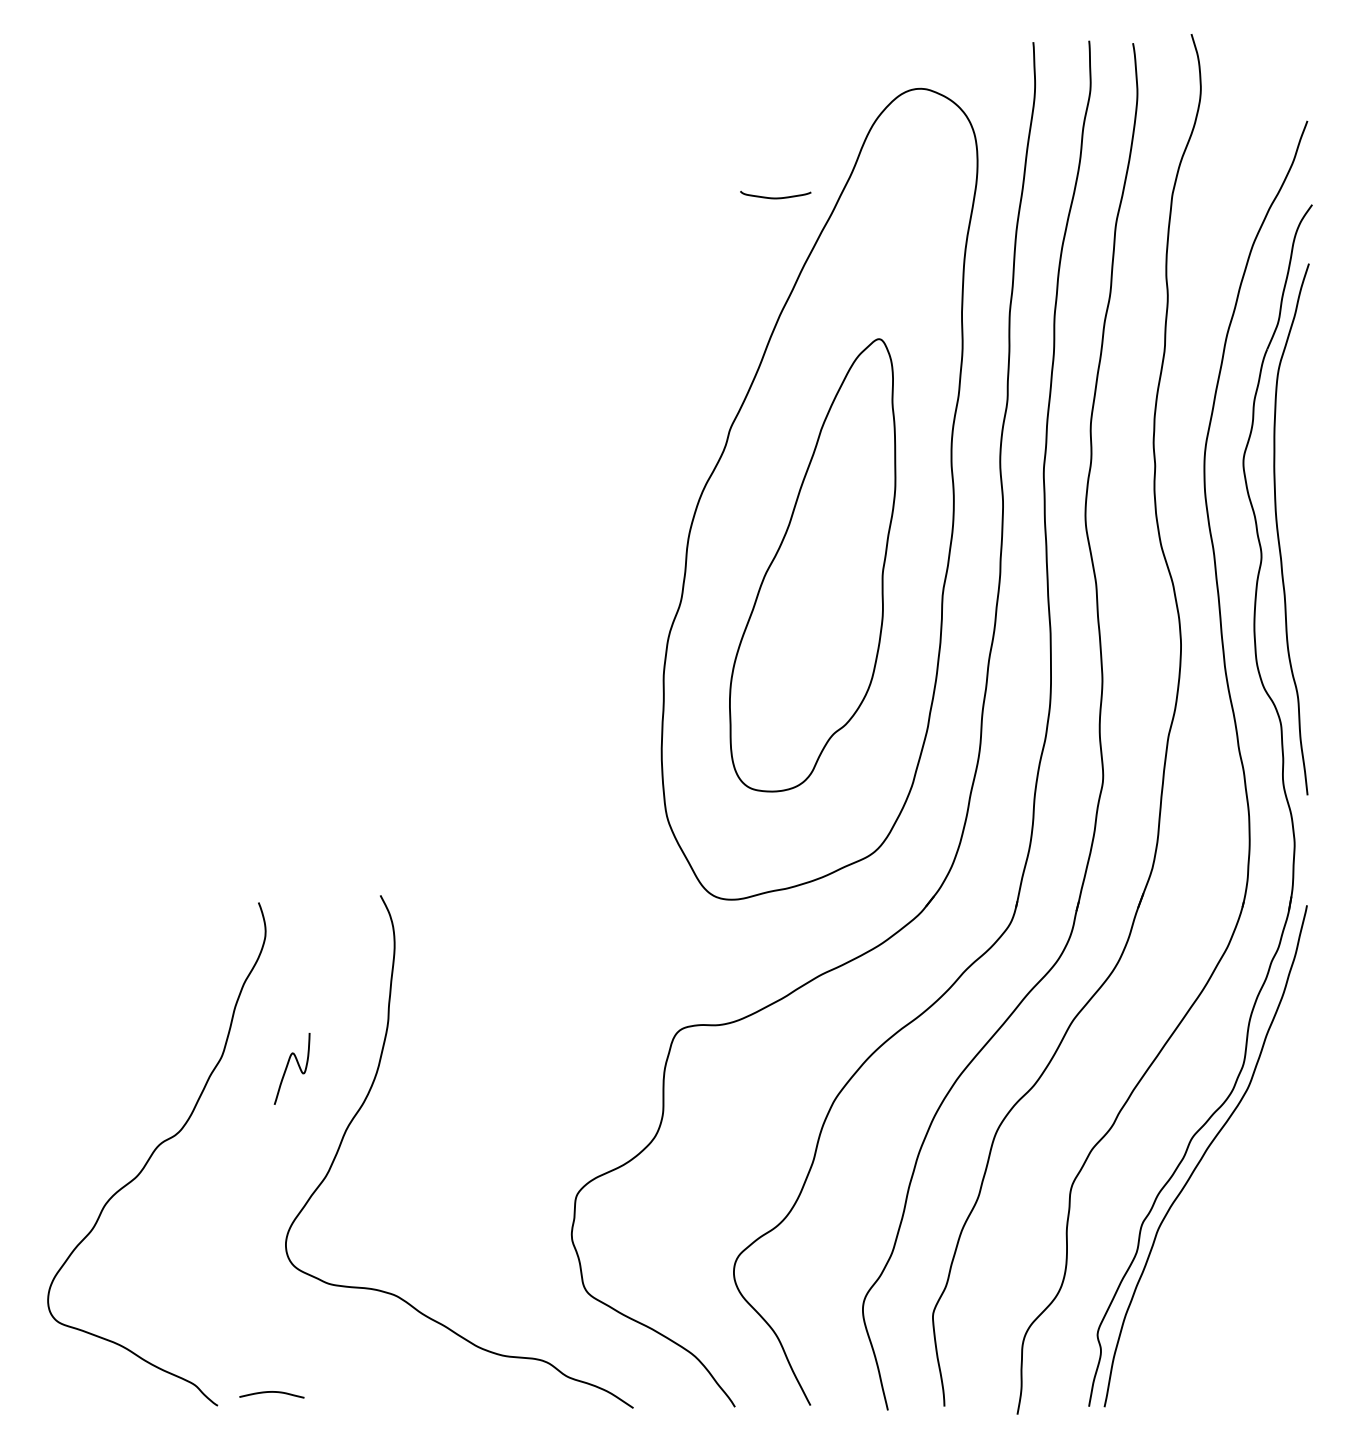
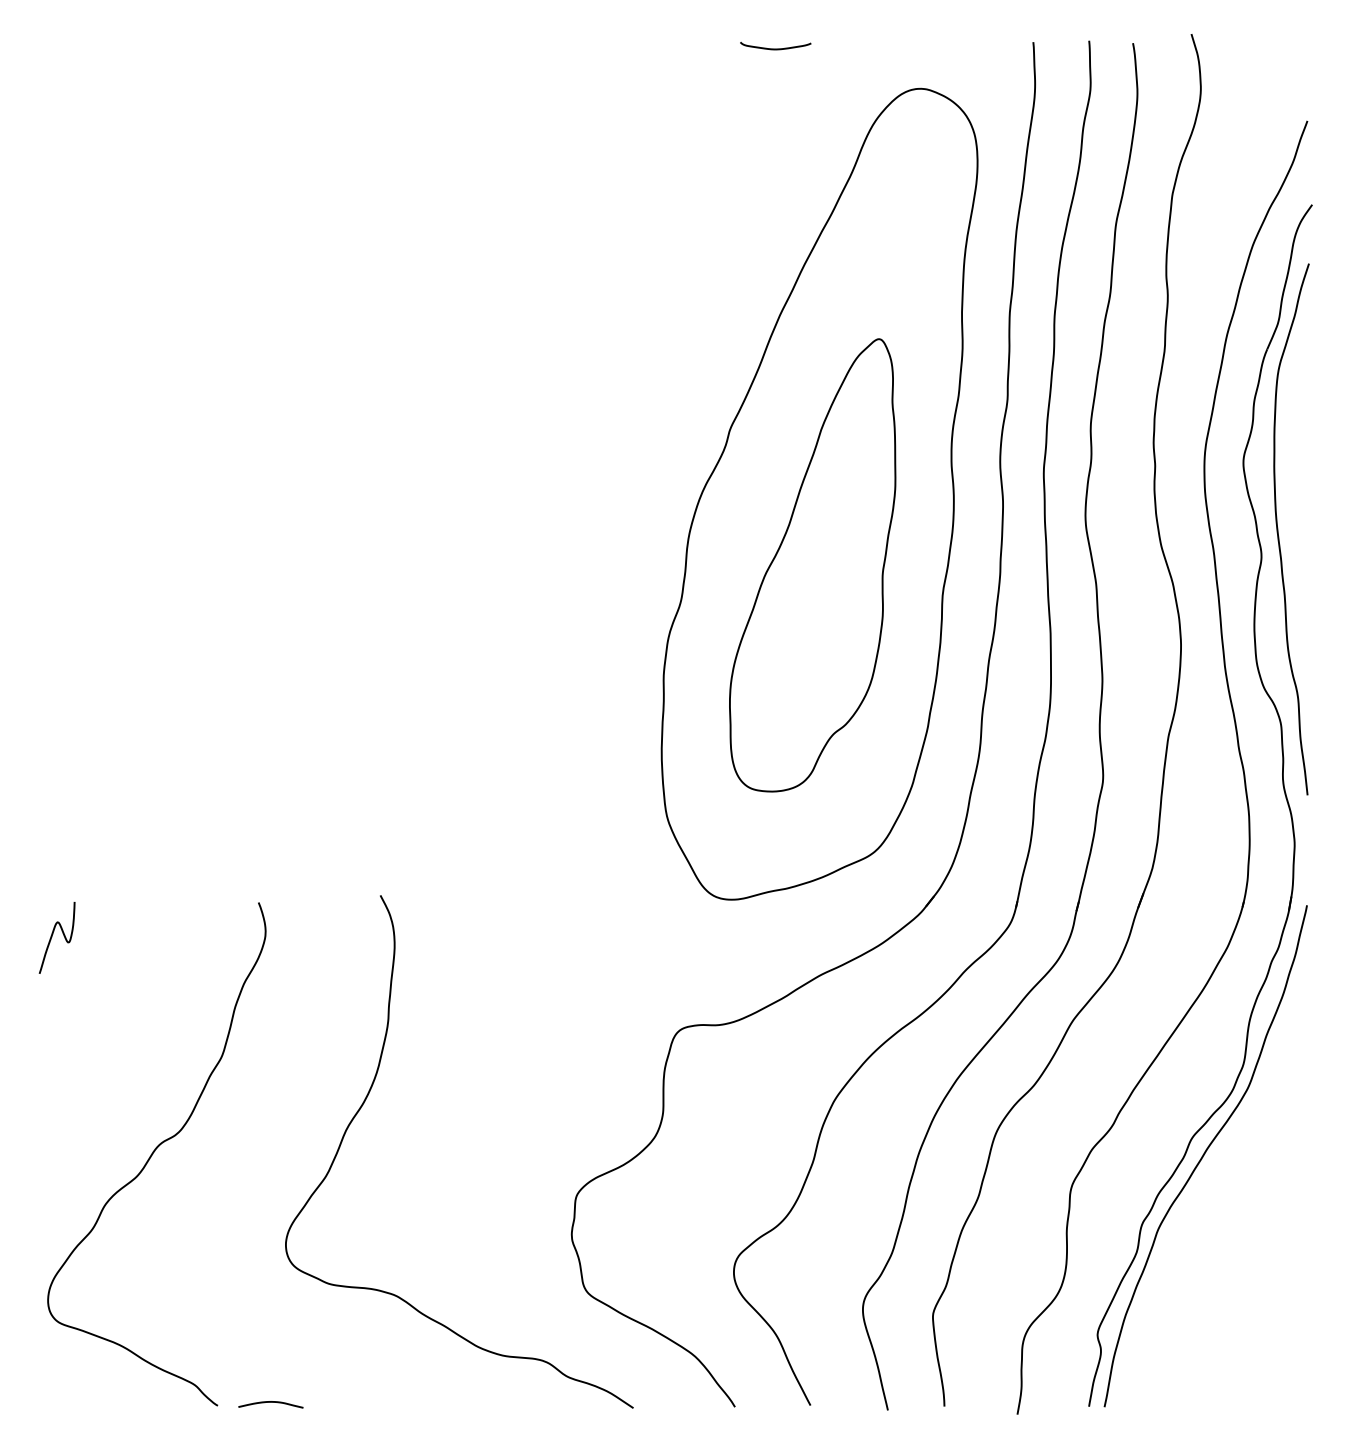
curve at (775, 197) position: (775, 197) -> (775, 48)
curve at (287, 1068) position: (287, 1068) -> (52, 937)
curve at (271, 1392) position: (271, 1392) -> (270, 1402)
